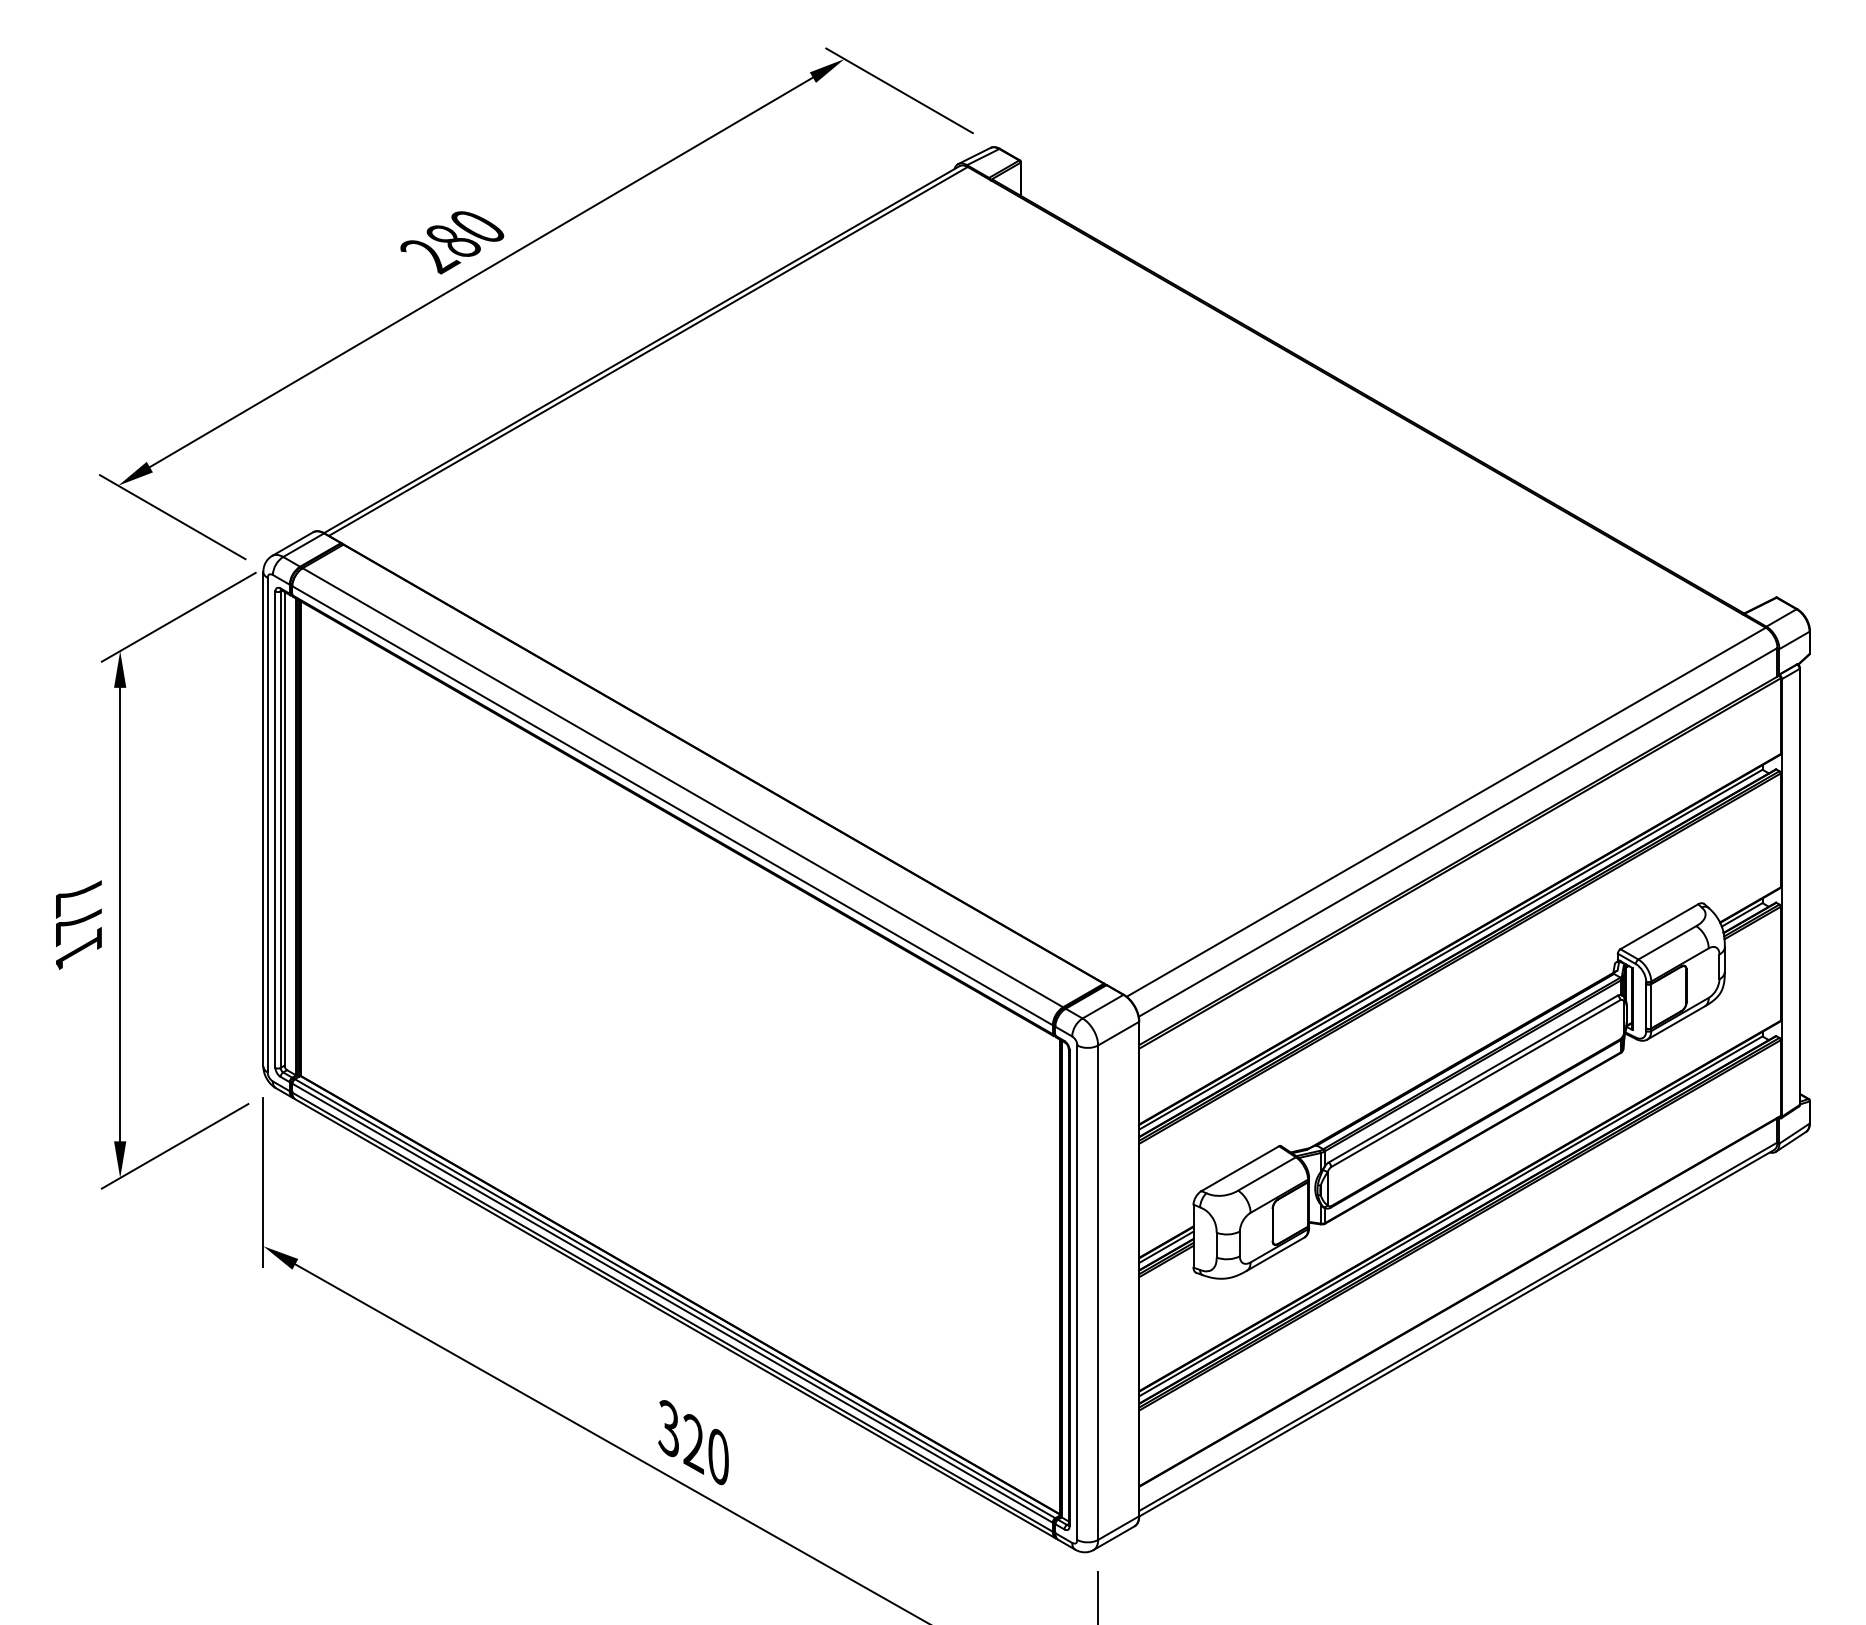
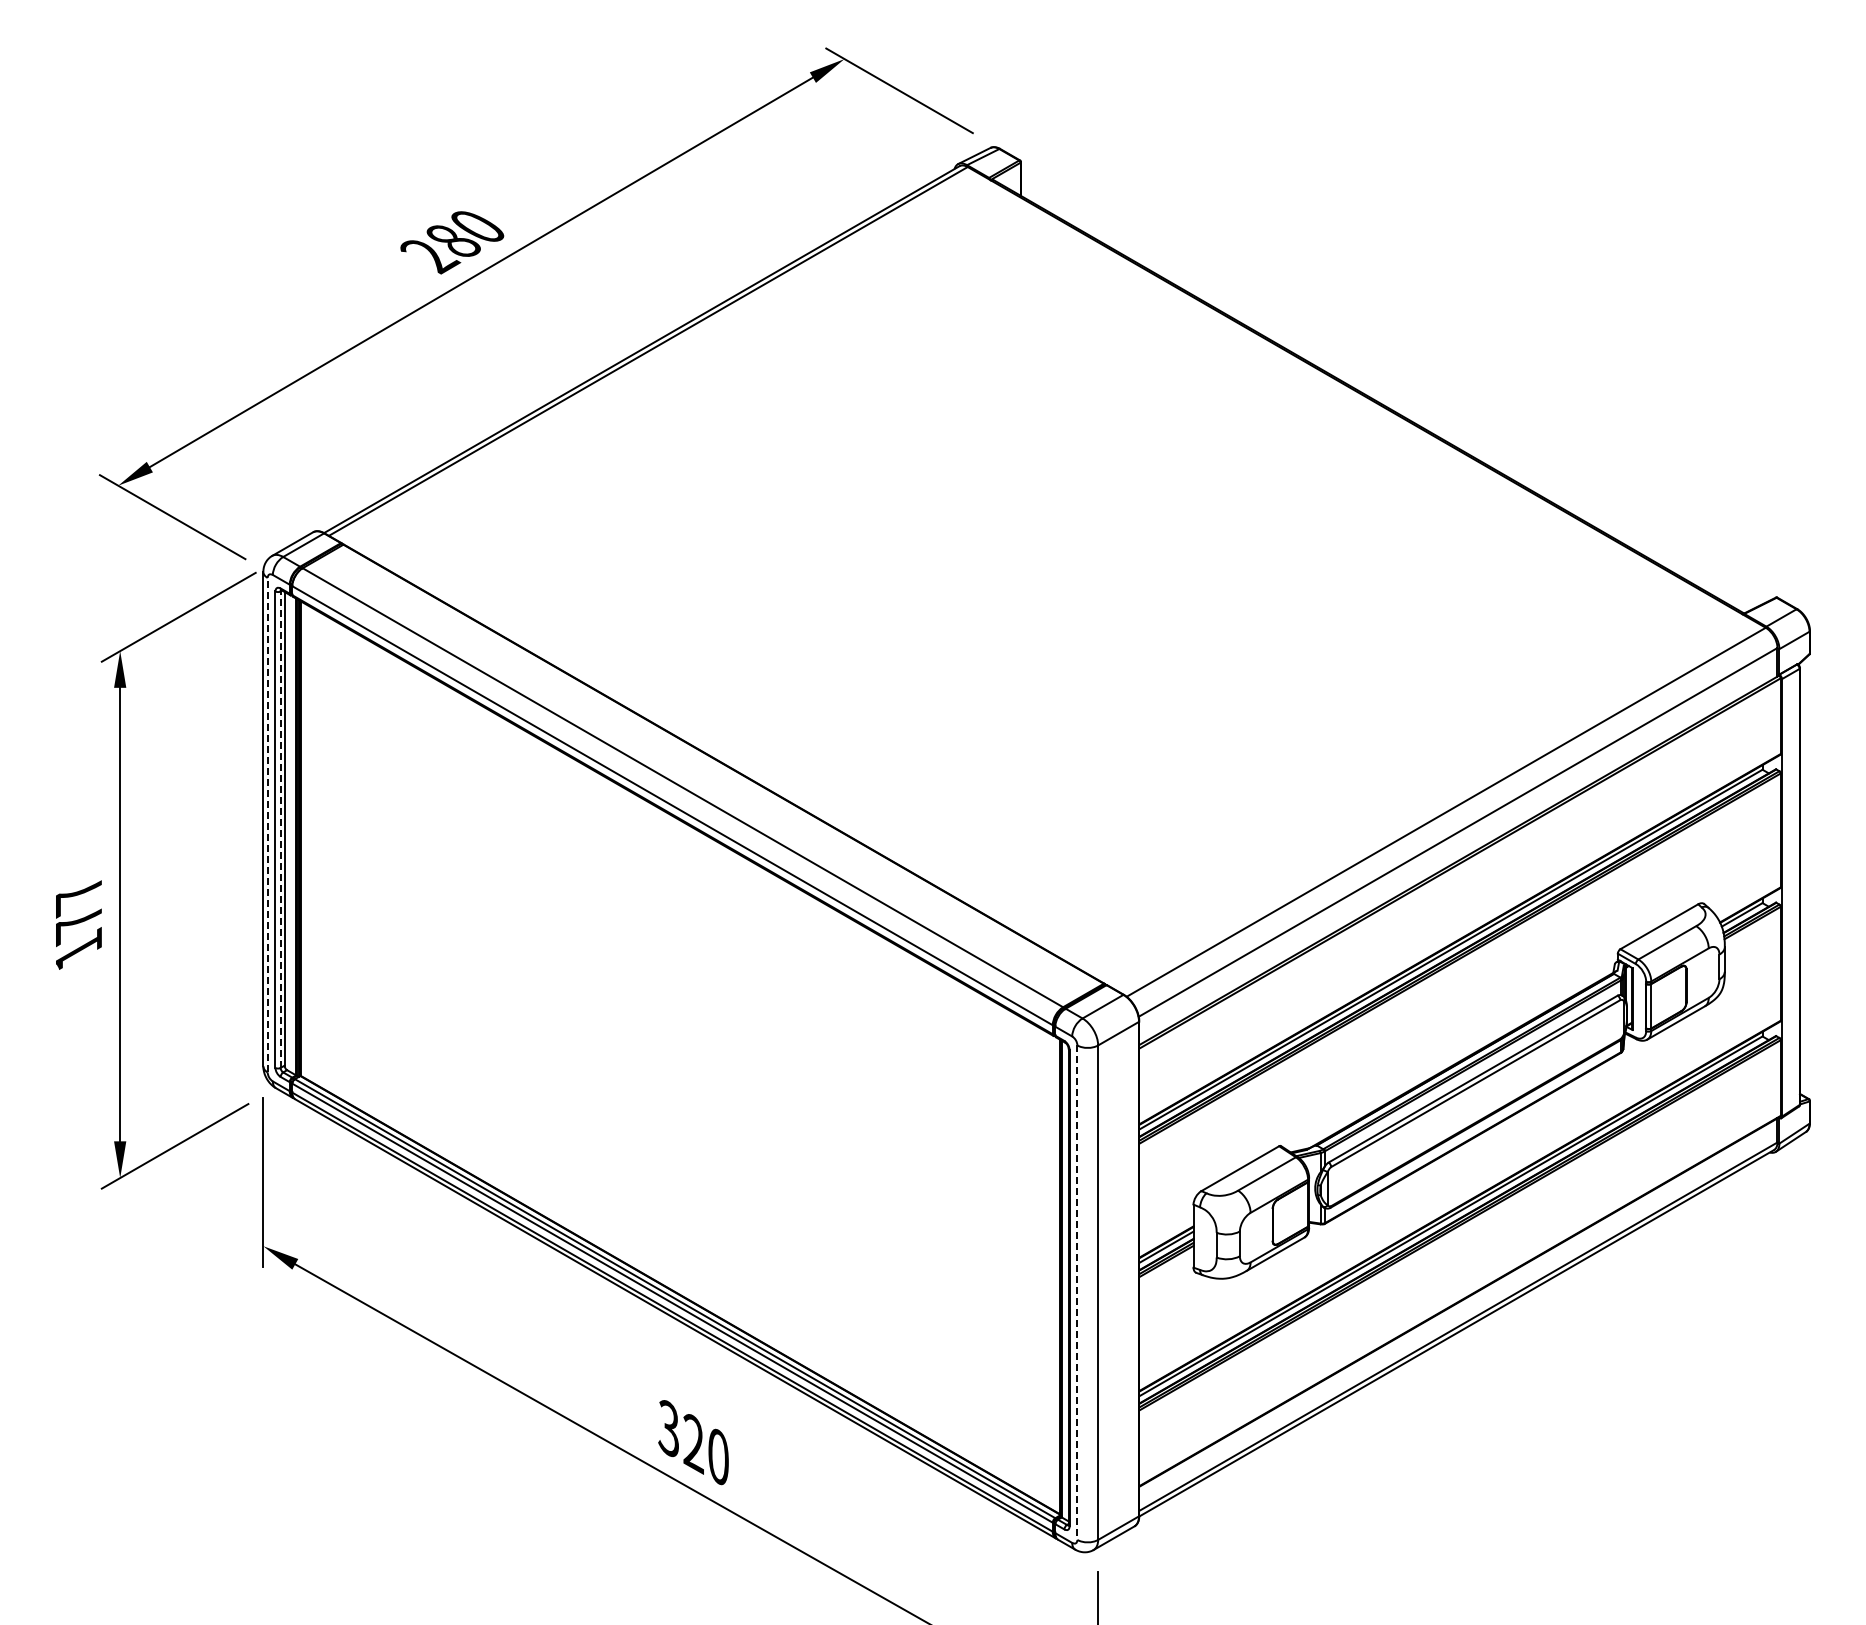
line at (267, 824): solid -> dashed
line at (280, 829): solid -> dashed
line at (1077, 1293): solid -> dashed
